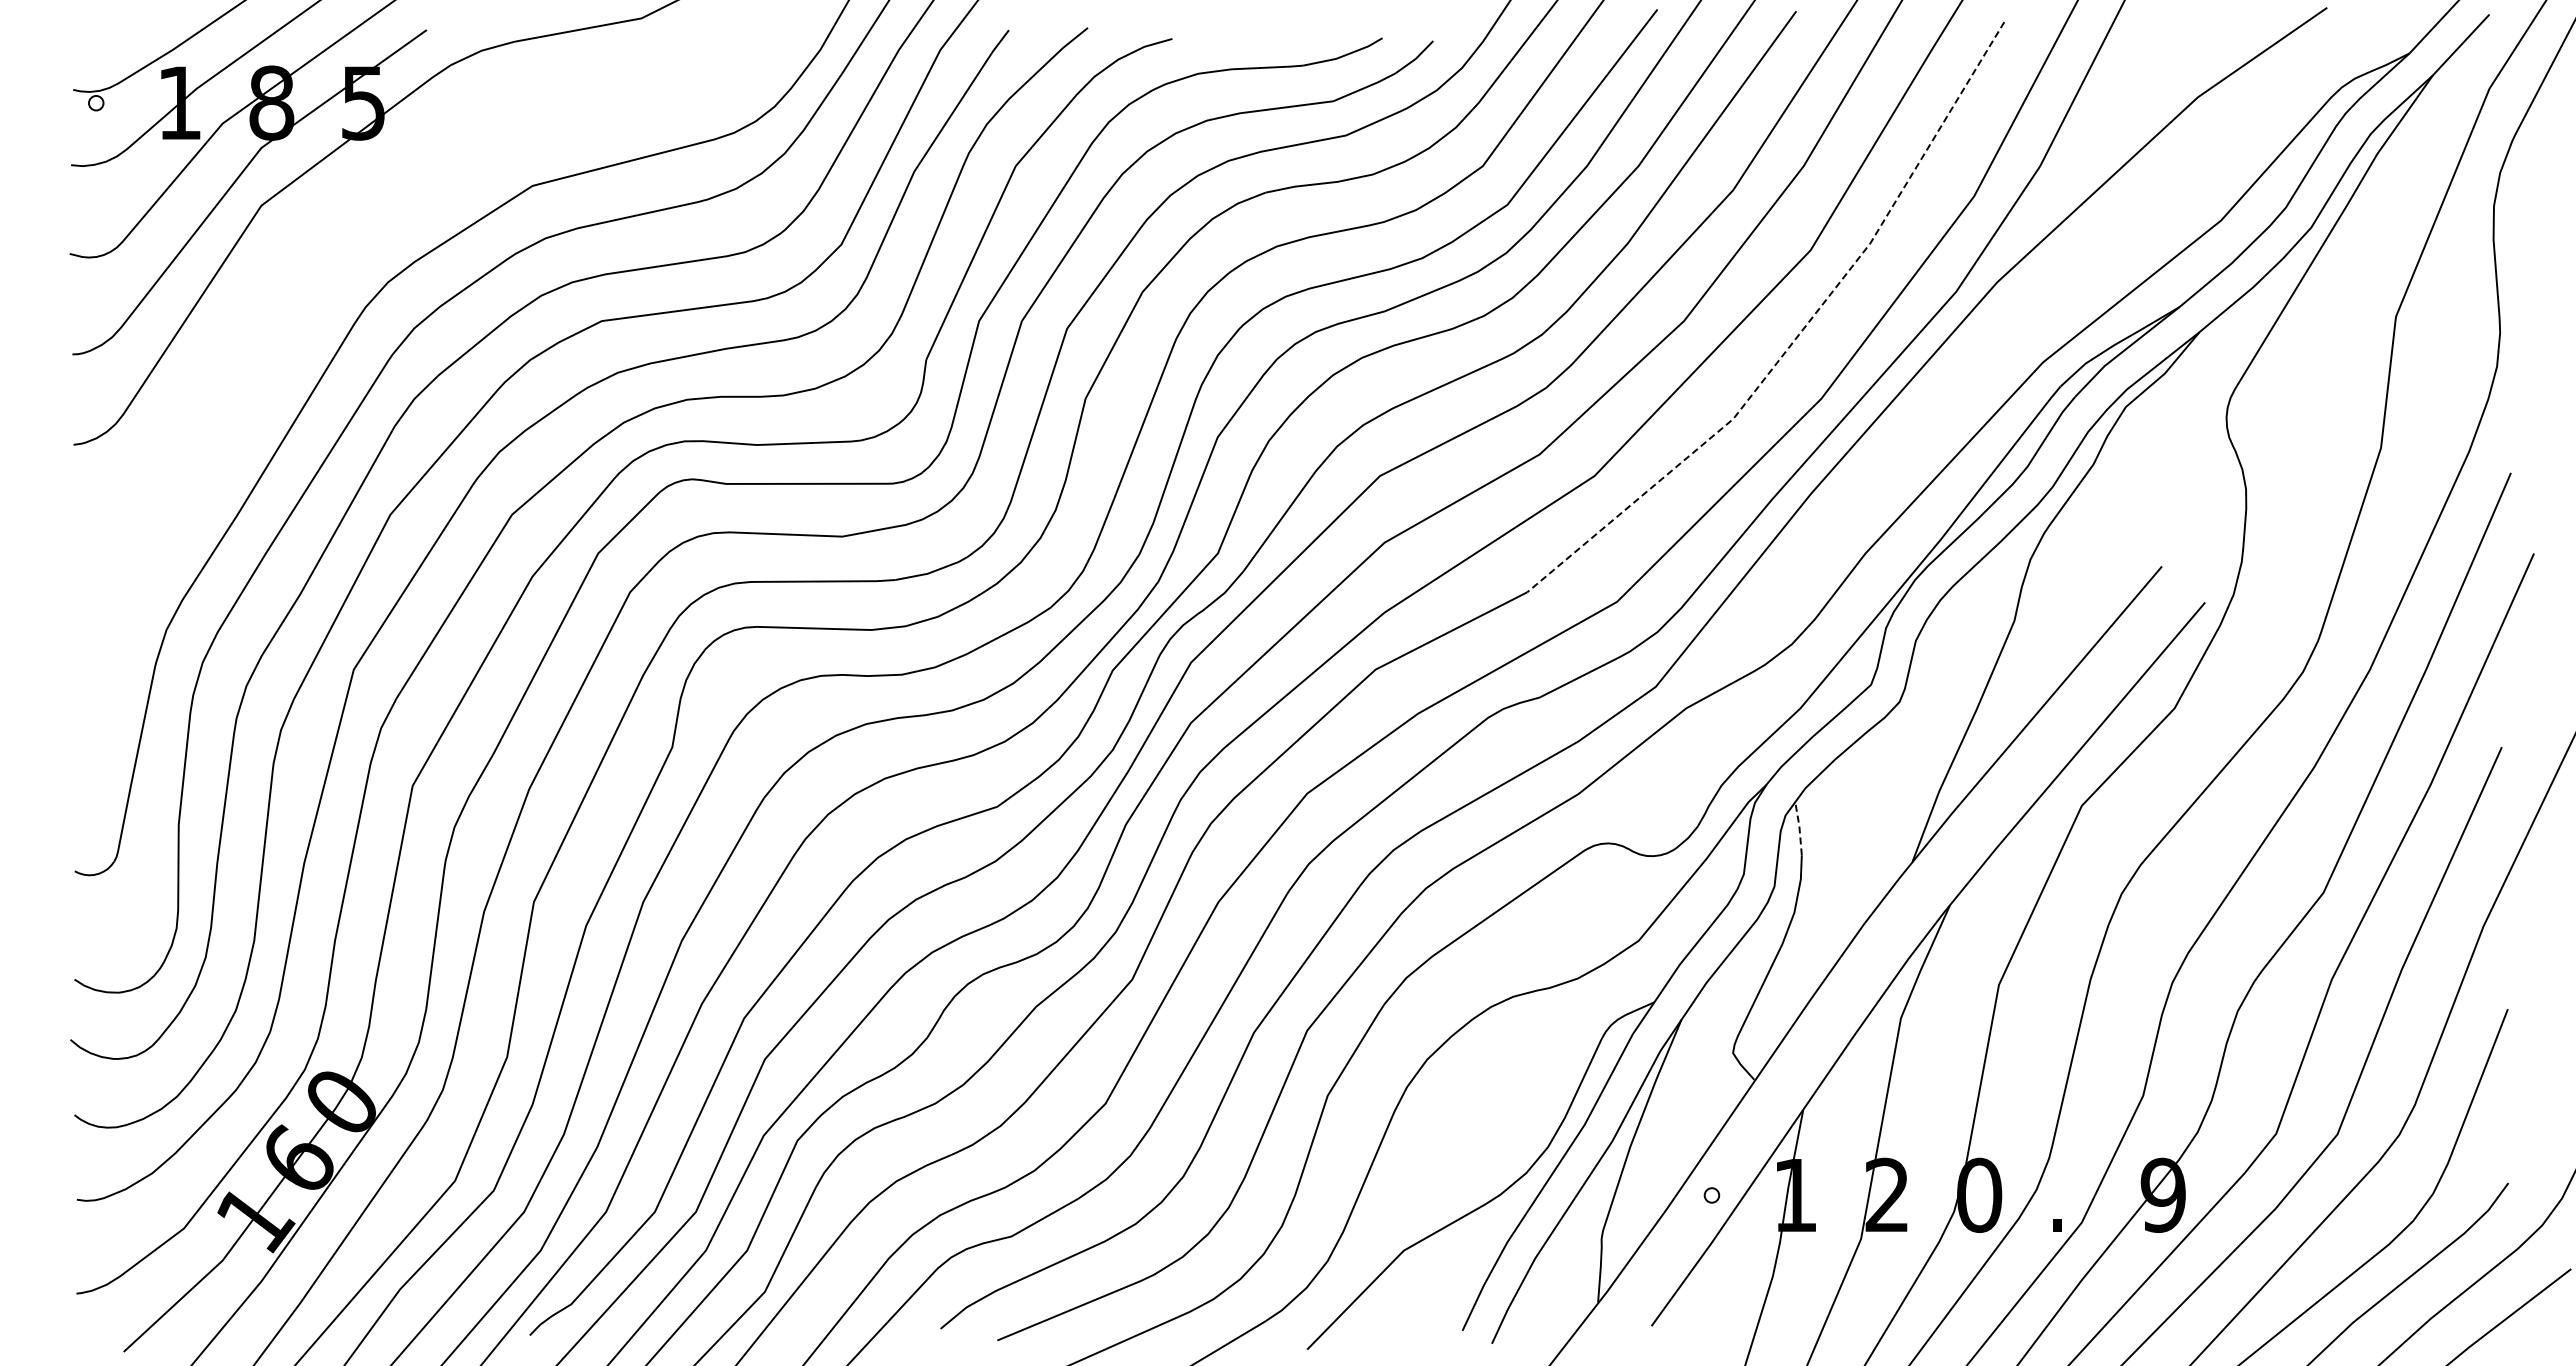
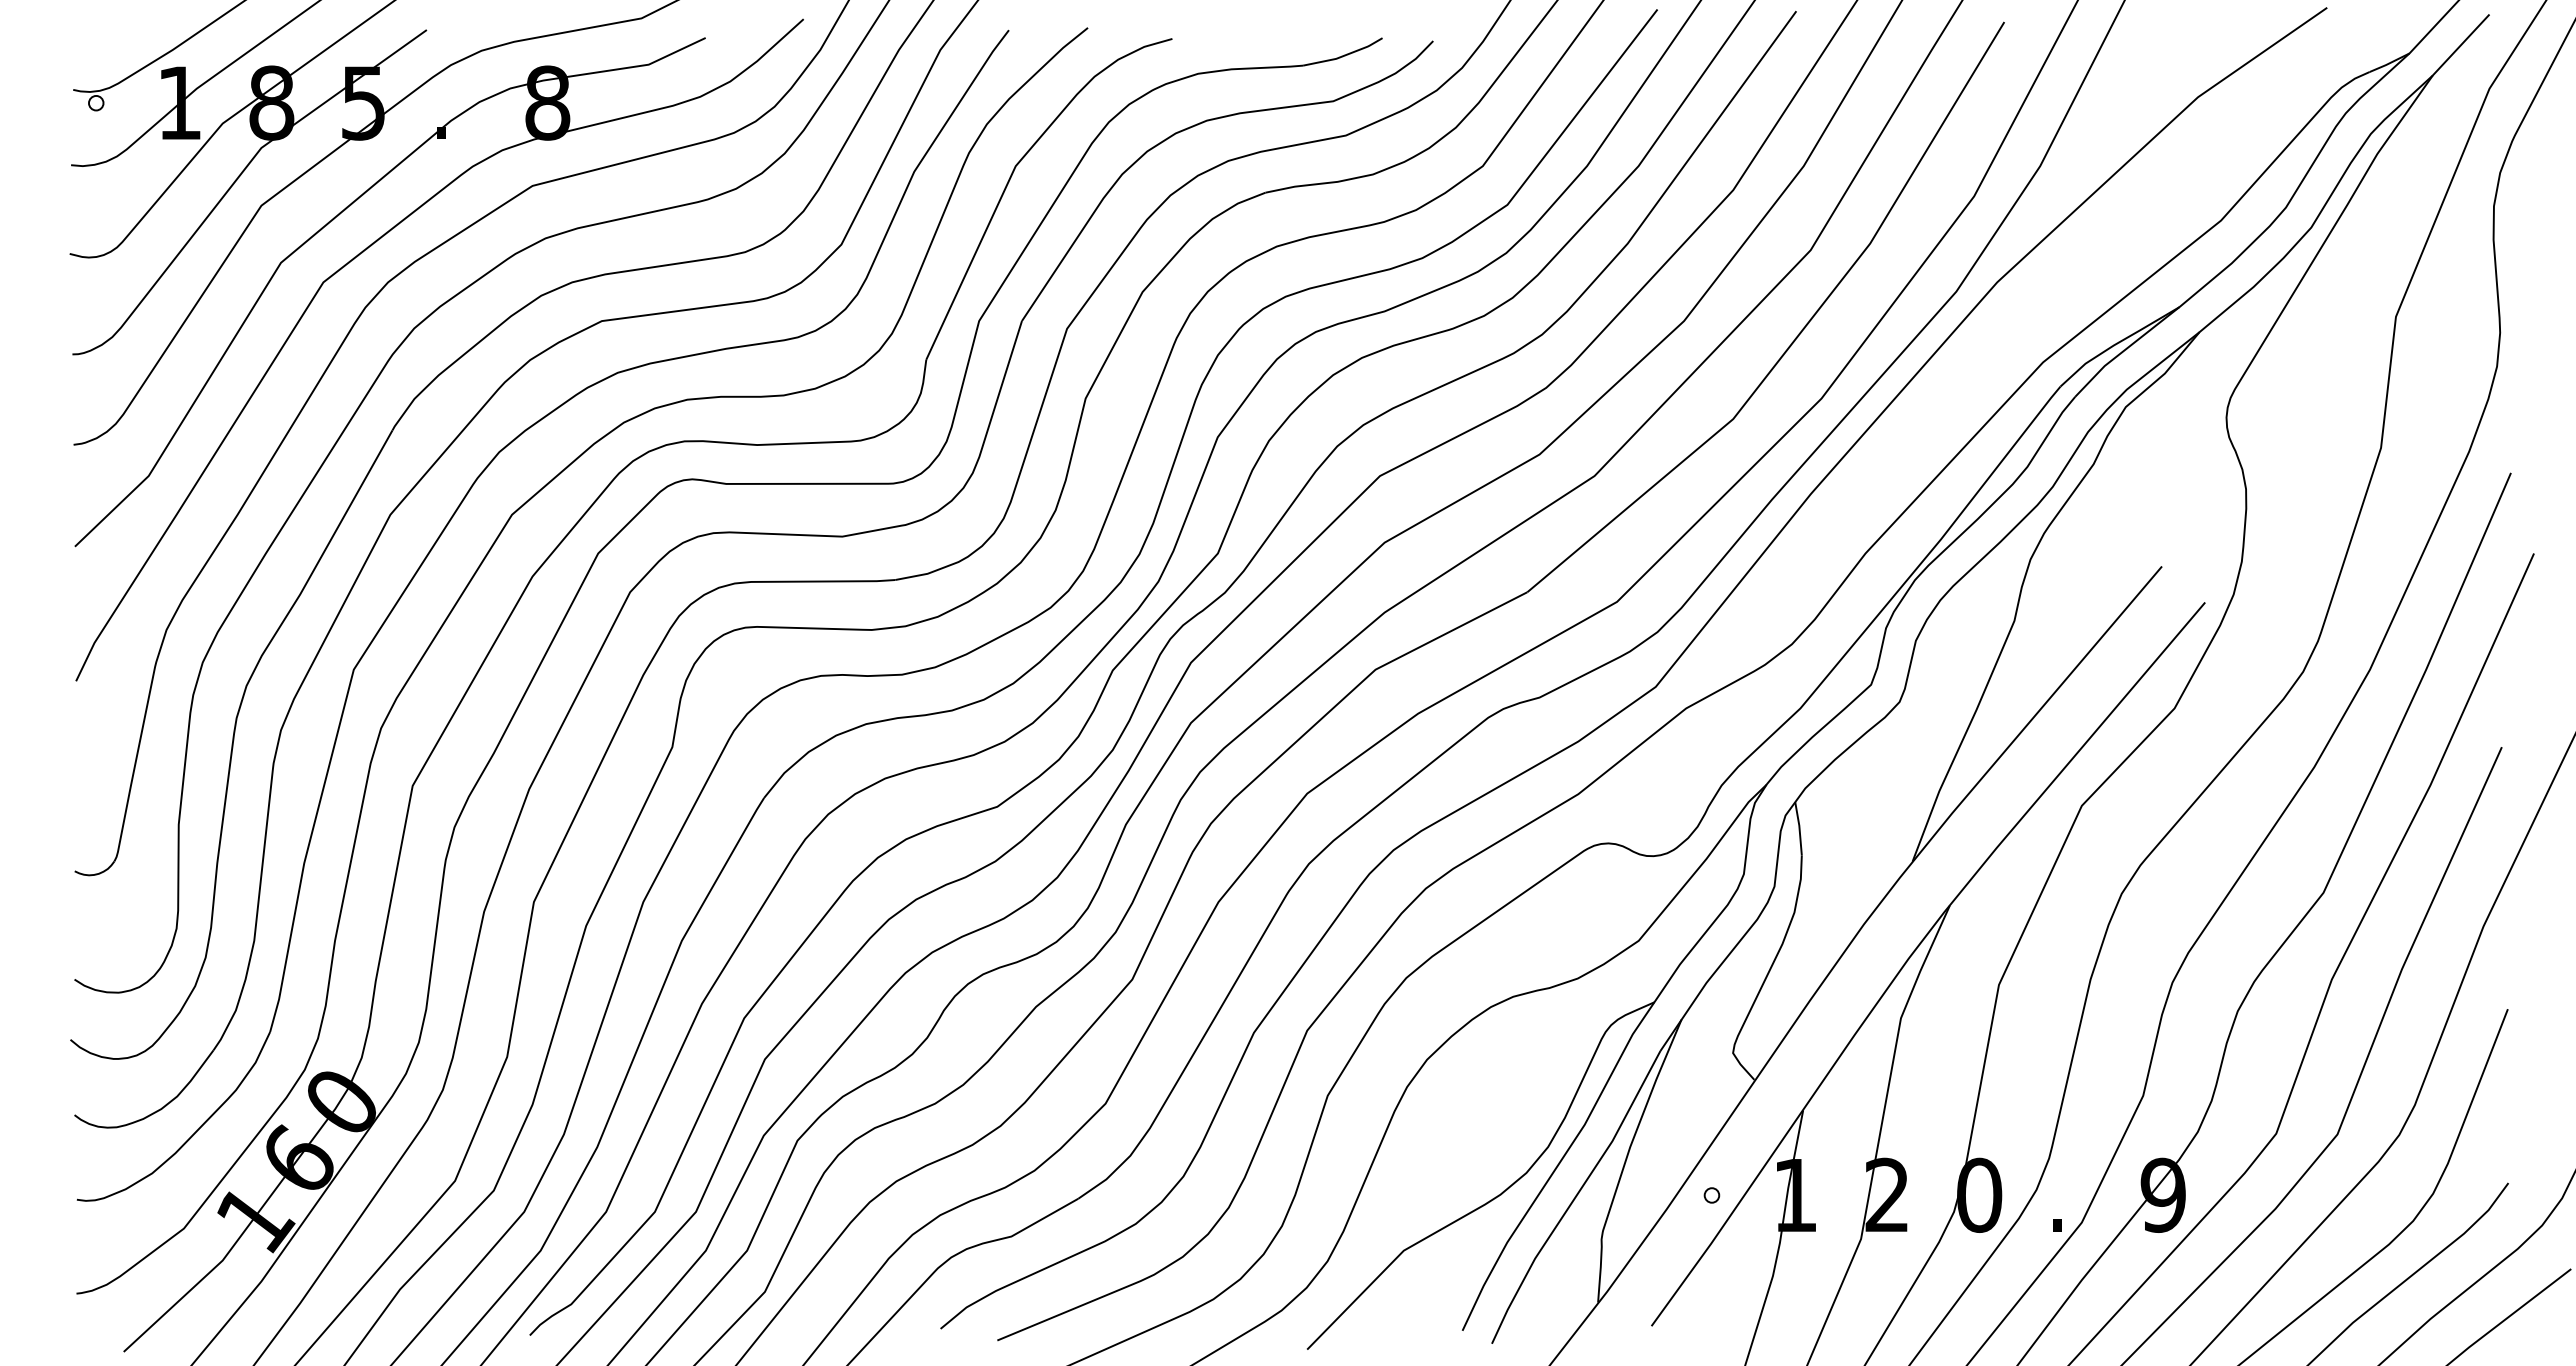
part at (362, 253): none -> present
line at (1798, 334): dashed -> solid
line at (1799, 827): dashed -> solid
